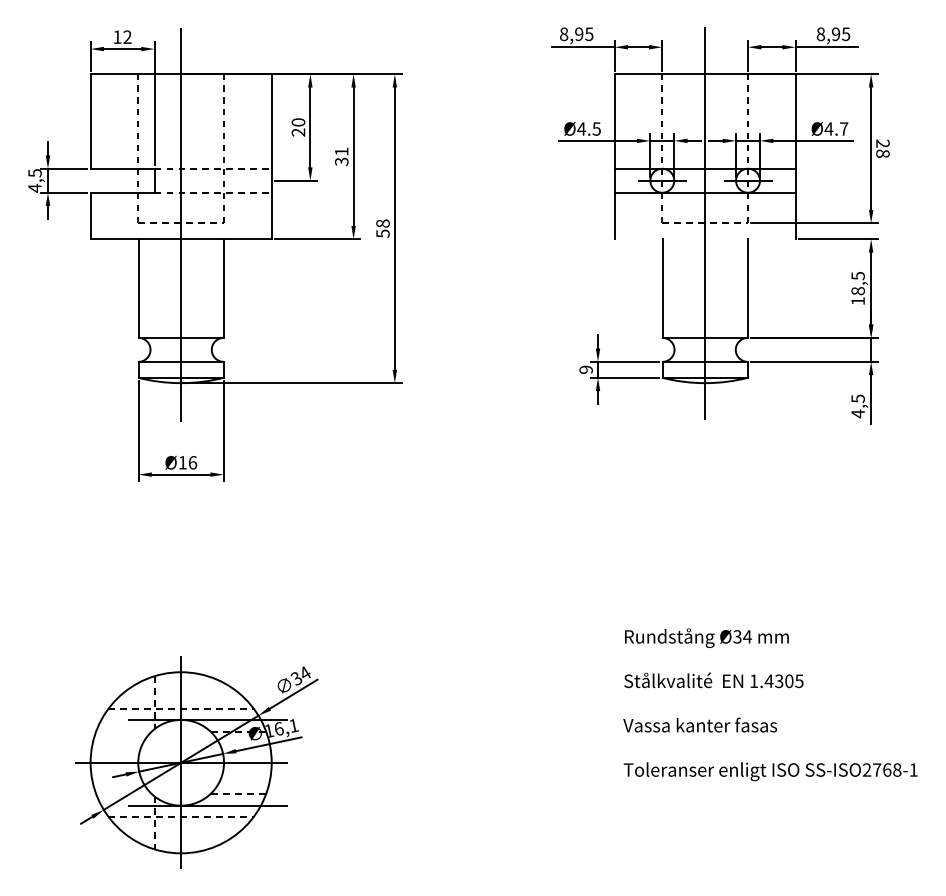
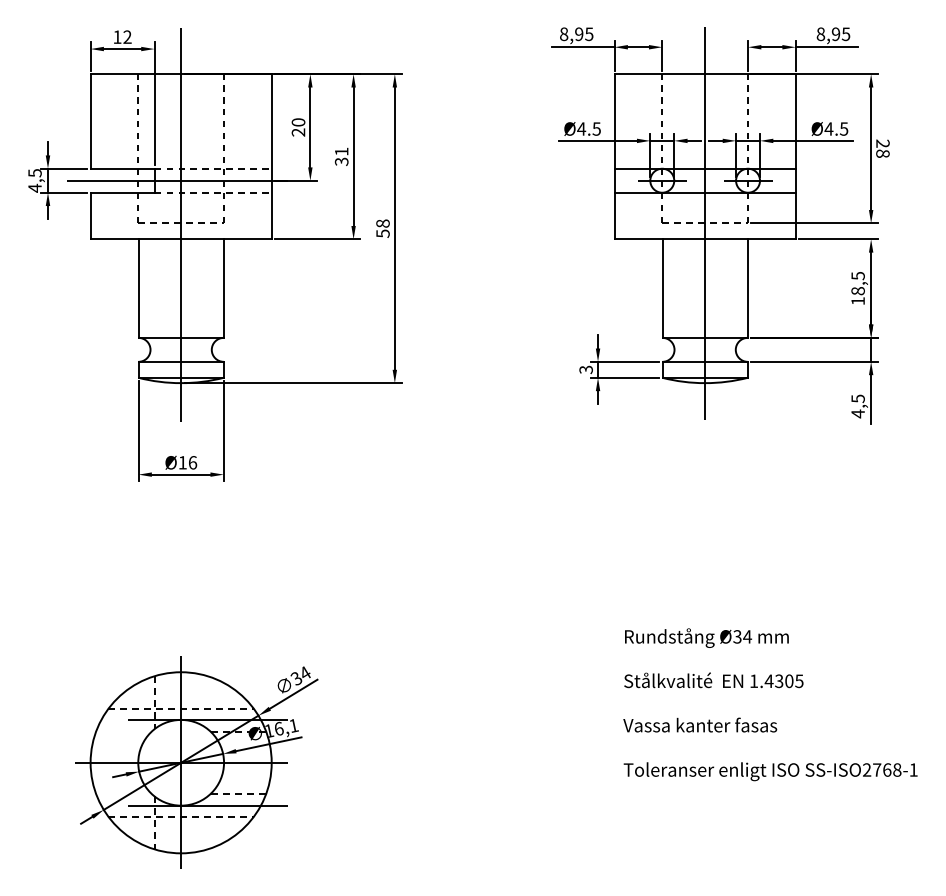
text at (843, 128): Ø4.7 -> Ø4.5
line at (177, 180): none -> present
line at (704, 239): none -> present
text at (585, 369): 9 -> 3
